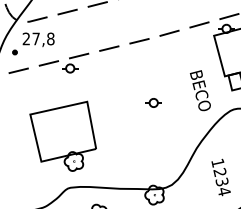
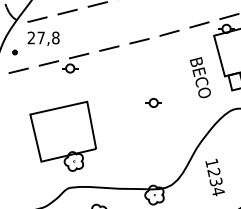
text at (38, 39) position: (38, 39) -> (43, 38)
text at (200, 90) position: (200, 90) -> (200, 77)
text at (220, 177) position: (220, 177) -> (214, 177)
